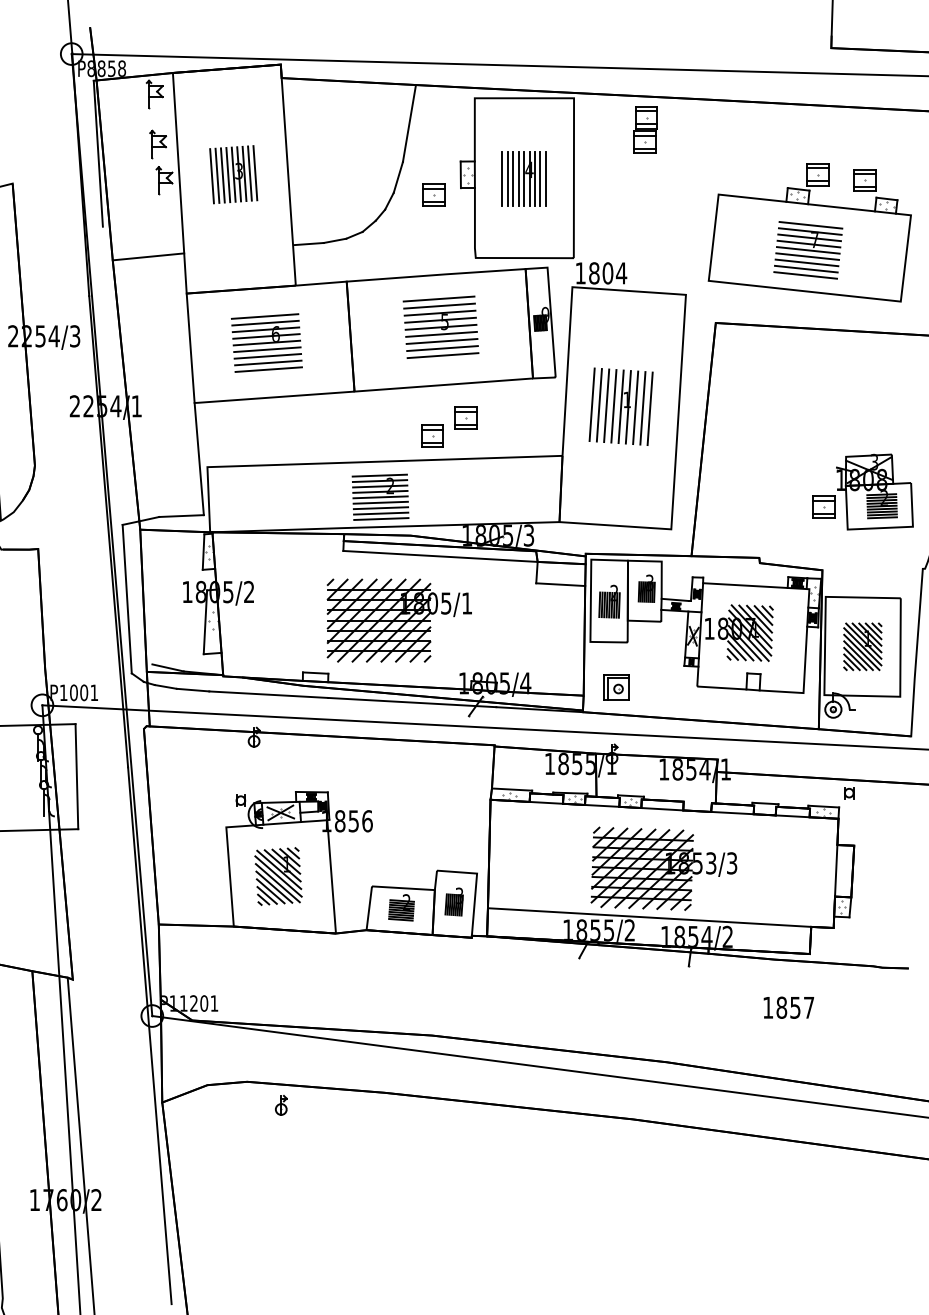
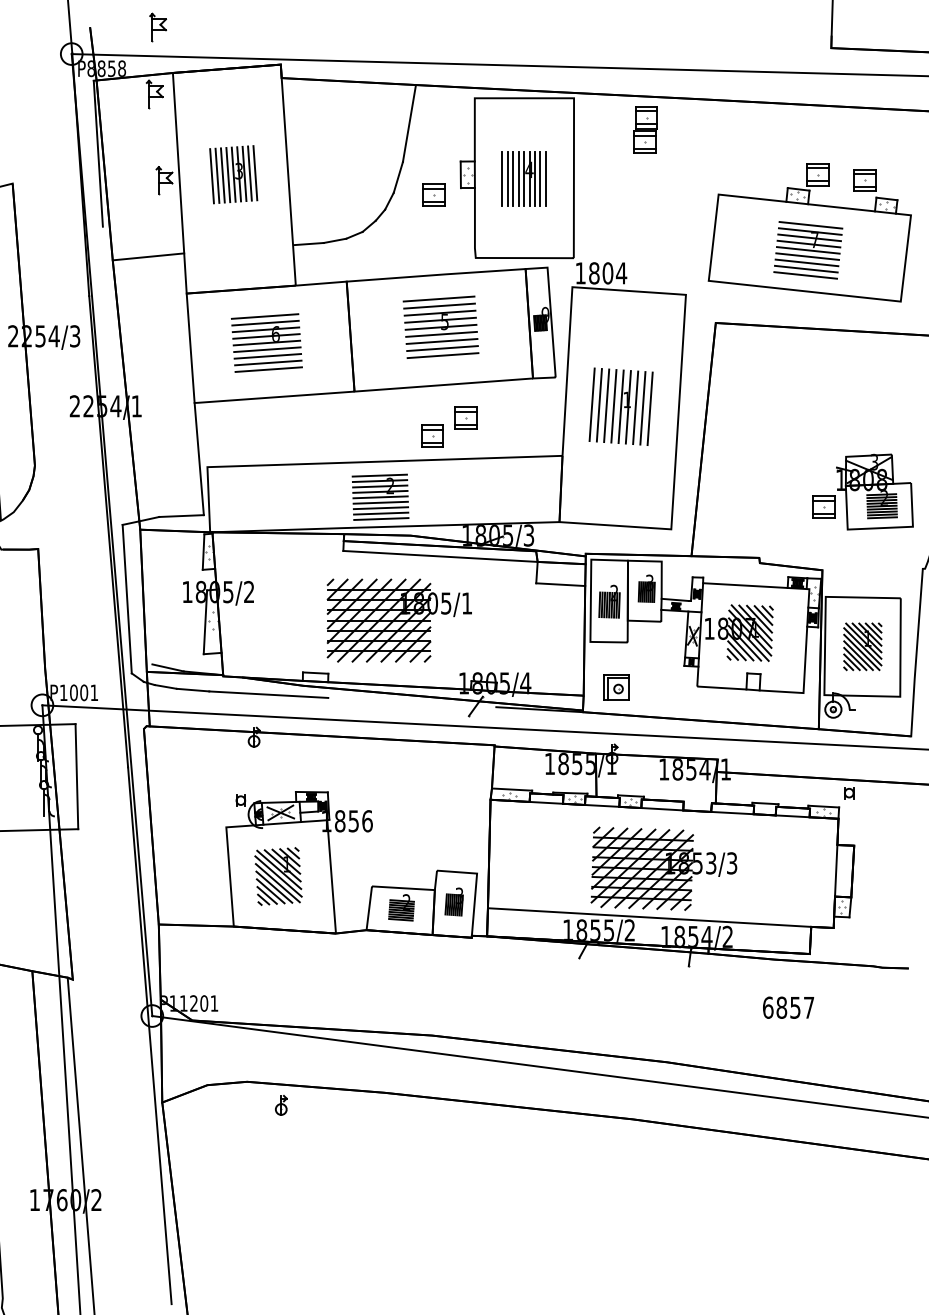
part at (157, 144) position: (157, 144) -> (157, 27)
line at (412, 702): present -> none
text at (768, 1007): 1857 -> 6857
